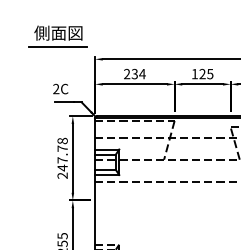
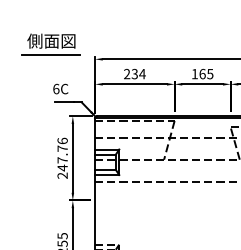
part at (57, 36) position: (57, 36) -> (50, 44)
text at (202, 73): 125 -> 165
text at (56, 88): 2C -> 6C
text at (62, 140): 247.78 -> 247.76
